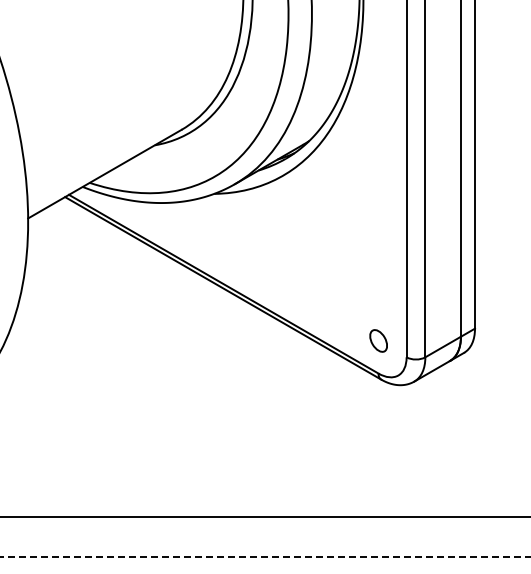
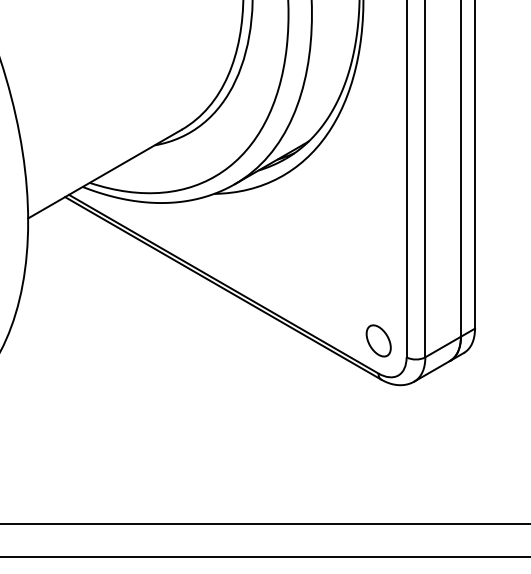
part at (378, 340) size: 19x24 px -> 27x34 px
line at (264, 516) position: (264, 516) -> (264, 523)
line at (265, 556): dashed -> solid
